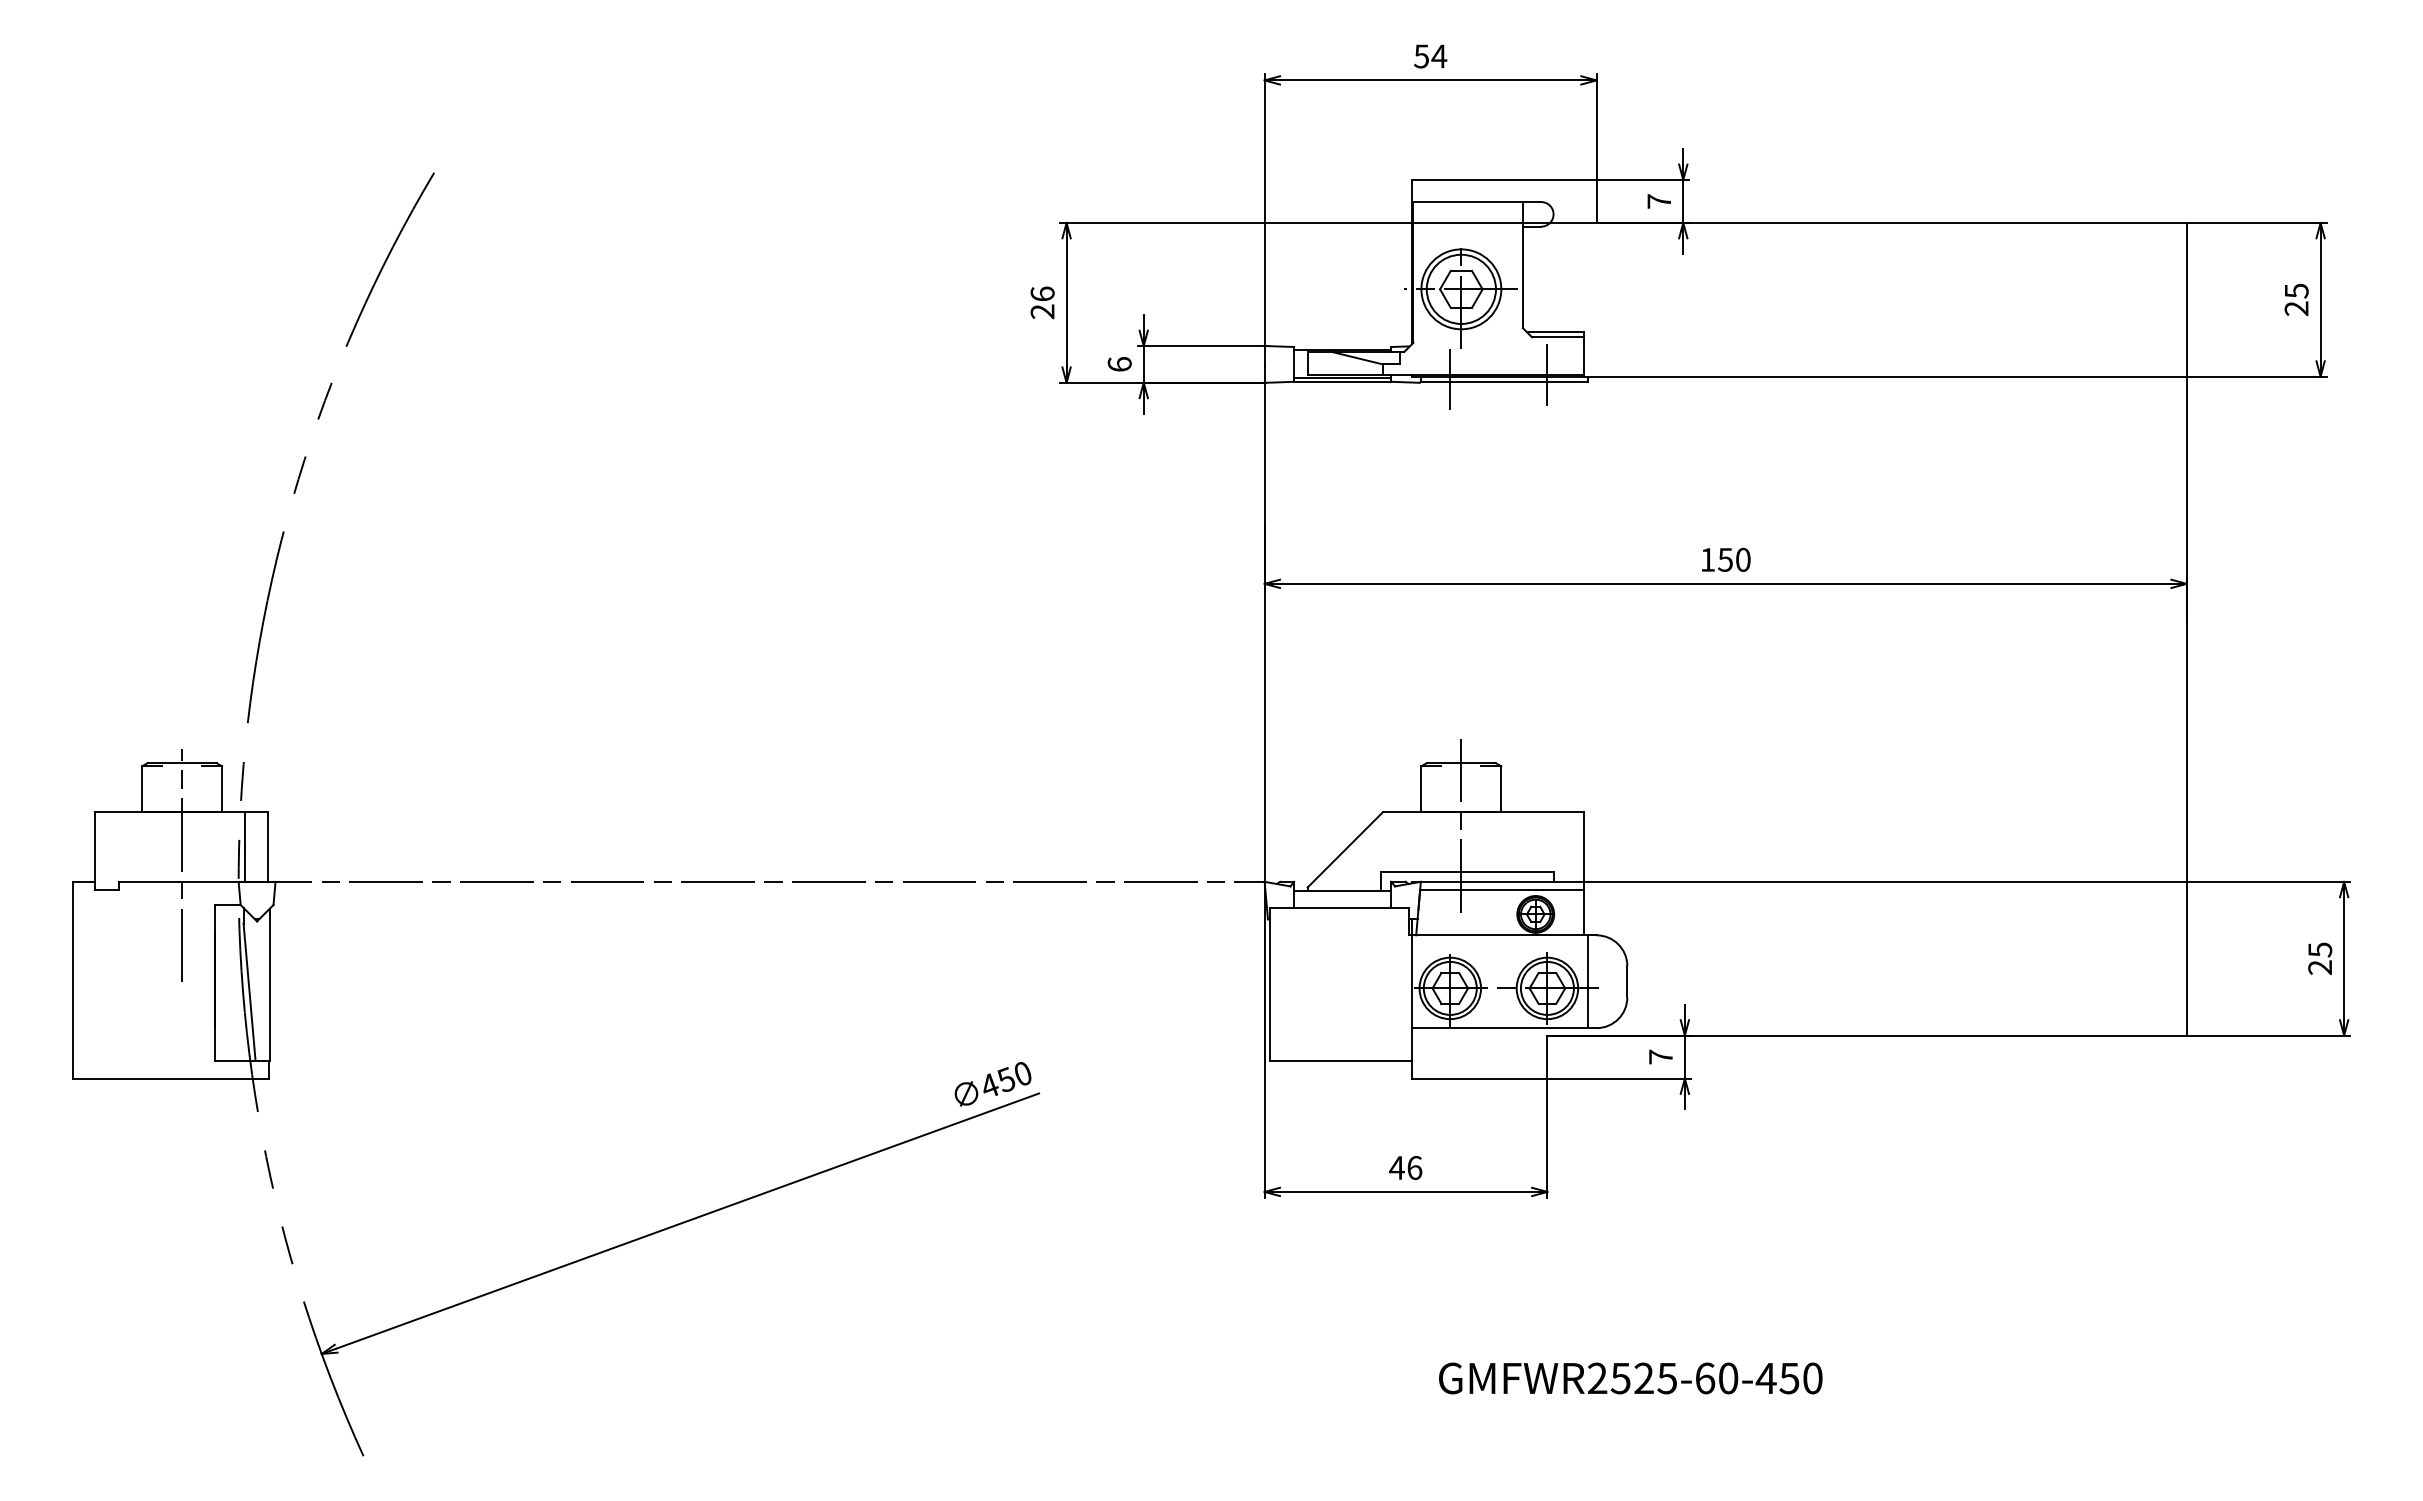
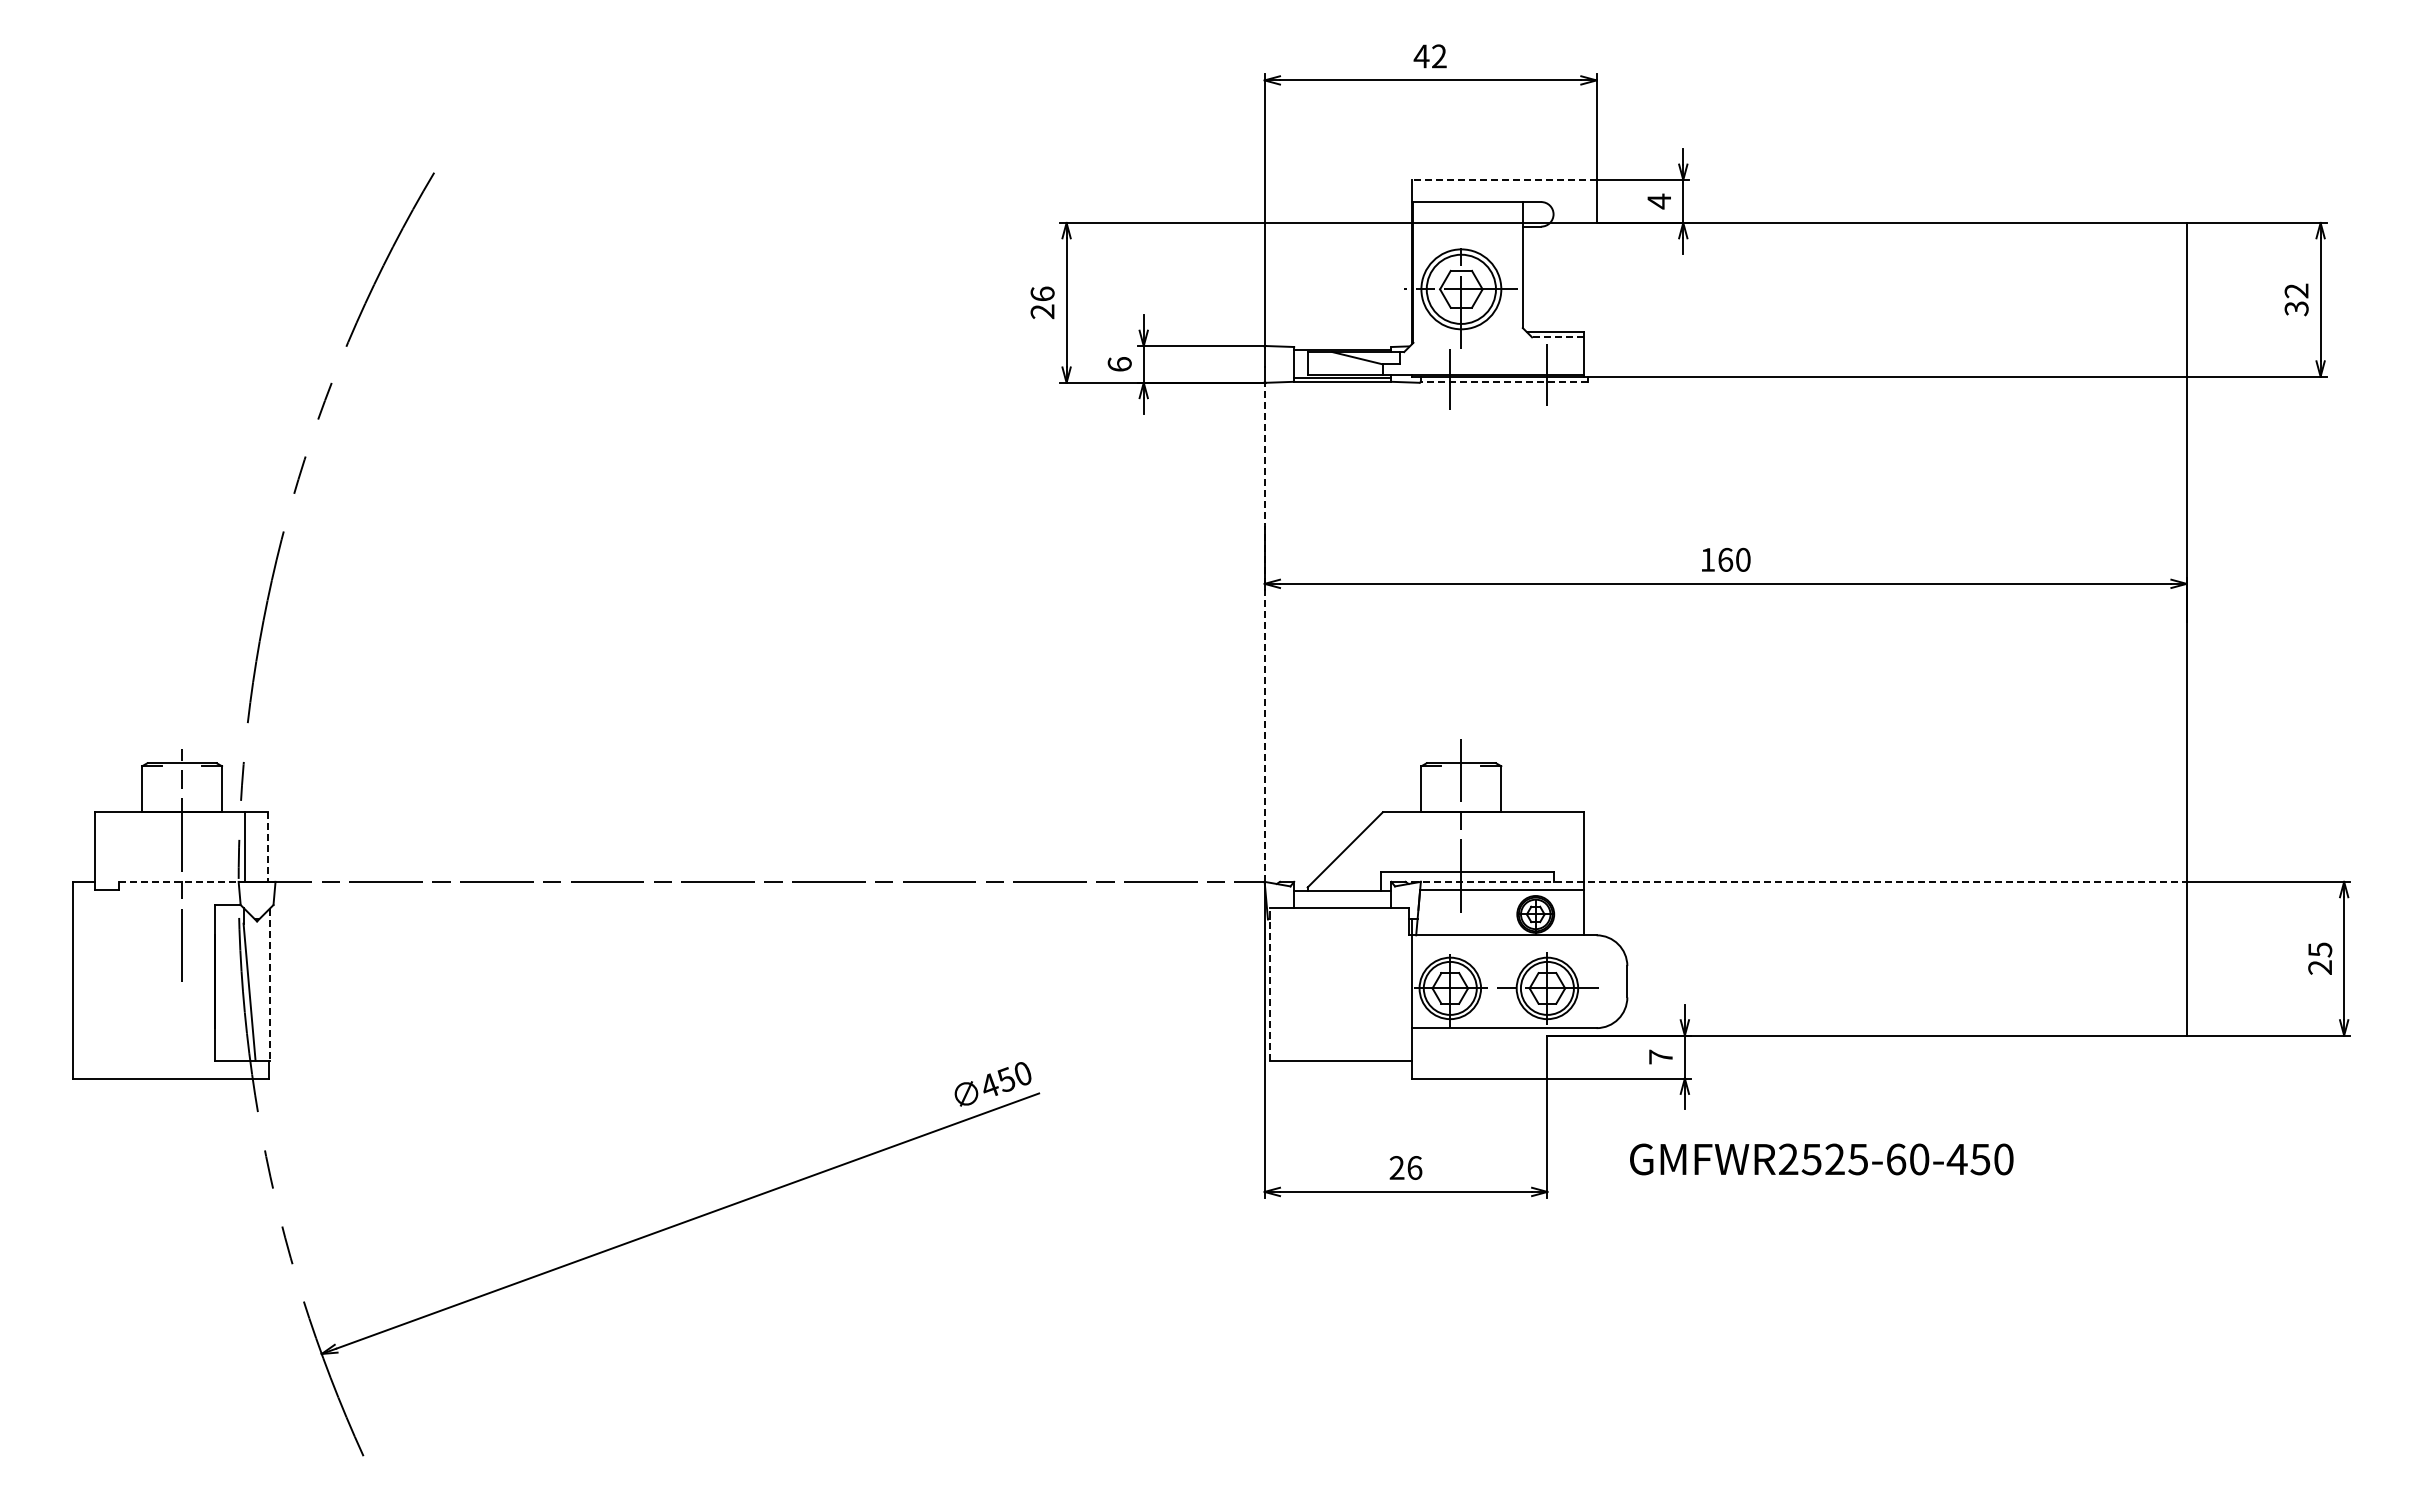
text at (1430, 56): 54 -> 42
line at (1503, 179): solid -> dashed
text at (1658, 201): 7 -> 4
text at (2296, 299): 25 -> 32
line at (1557, 337): solid -> dashed
line at (1504, 381): solid -> dashed
text at (1725, 559): 150 -> 160
line at (1264, 631): solid -> dashed
line at (268, 847): solid -> dashed
line at (182, 881): solid -> dashed
line at (1799, 881): solid -> dashed
line at (1588, 981): present -> none
line at (1269, 984): solid -> dashed
line at (270, 985): solid -> dashed
text at (1396, 1167): 46 -> 26
text at (1630, 1378) position: (1630, 1378) -> (1821, 1159)
